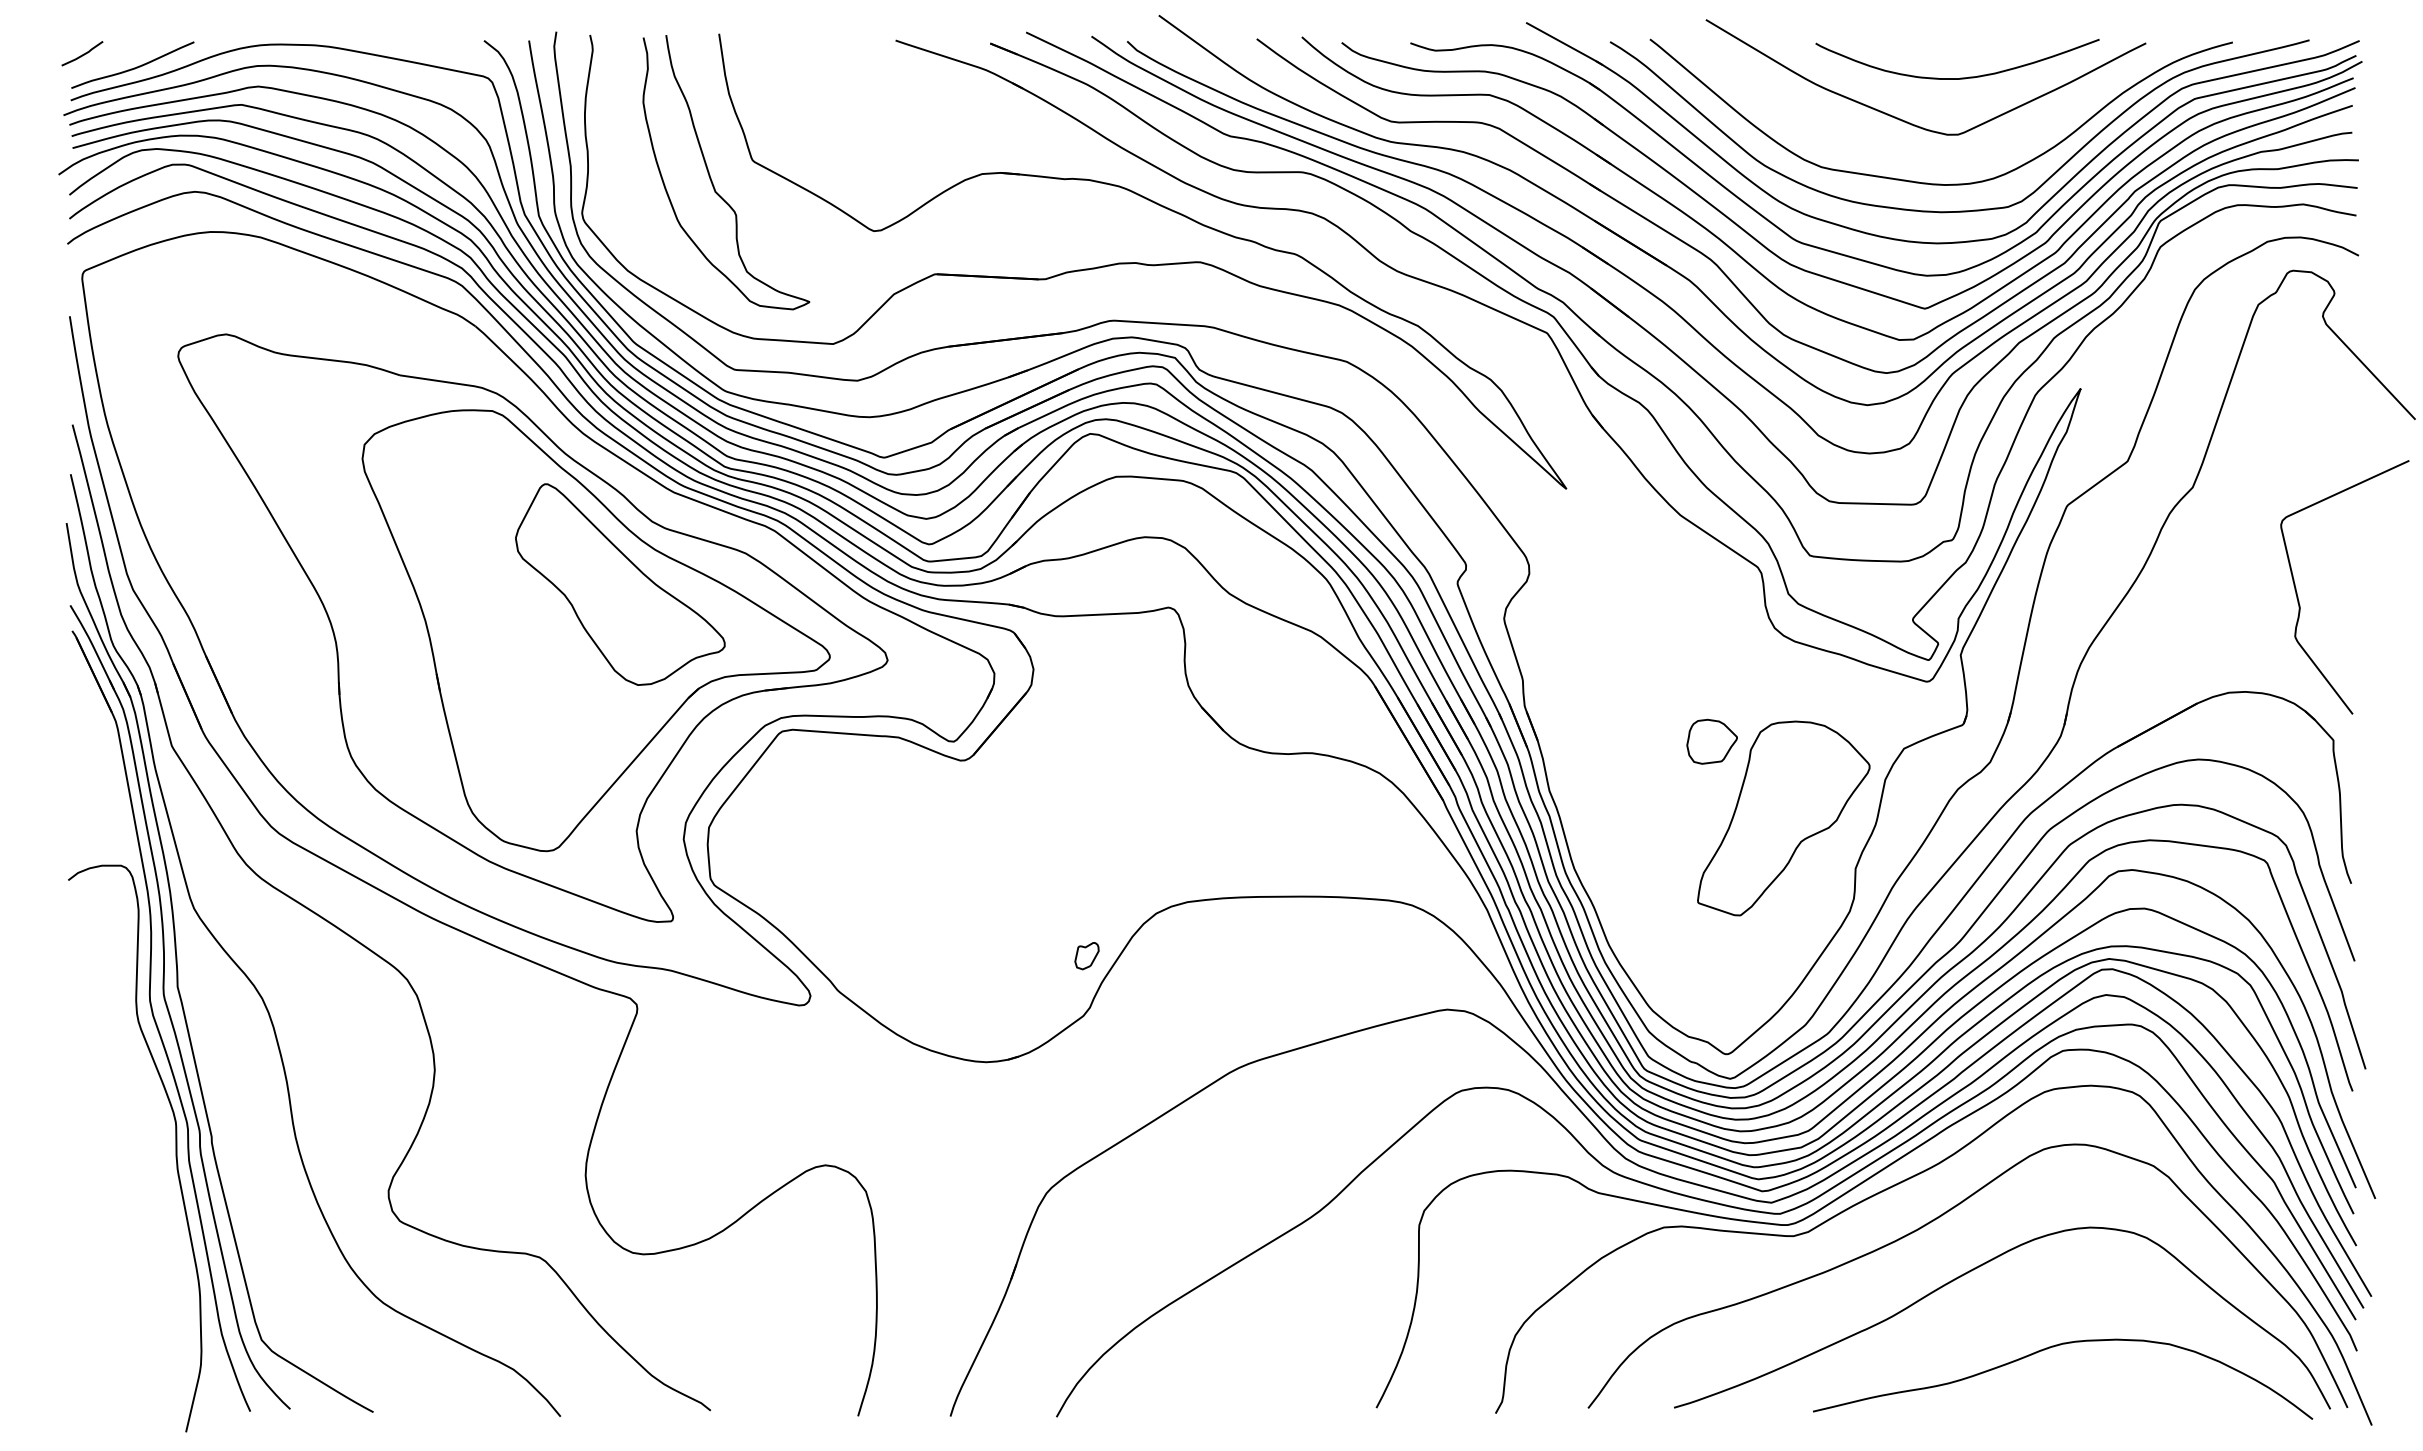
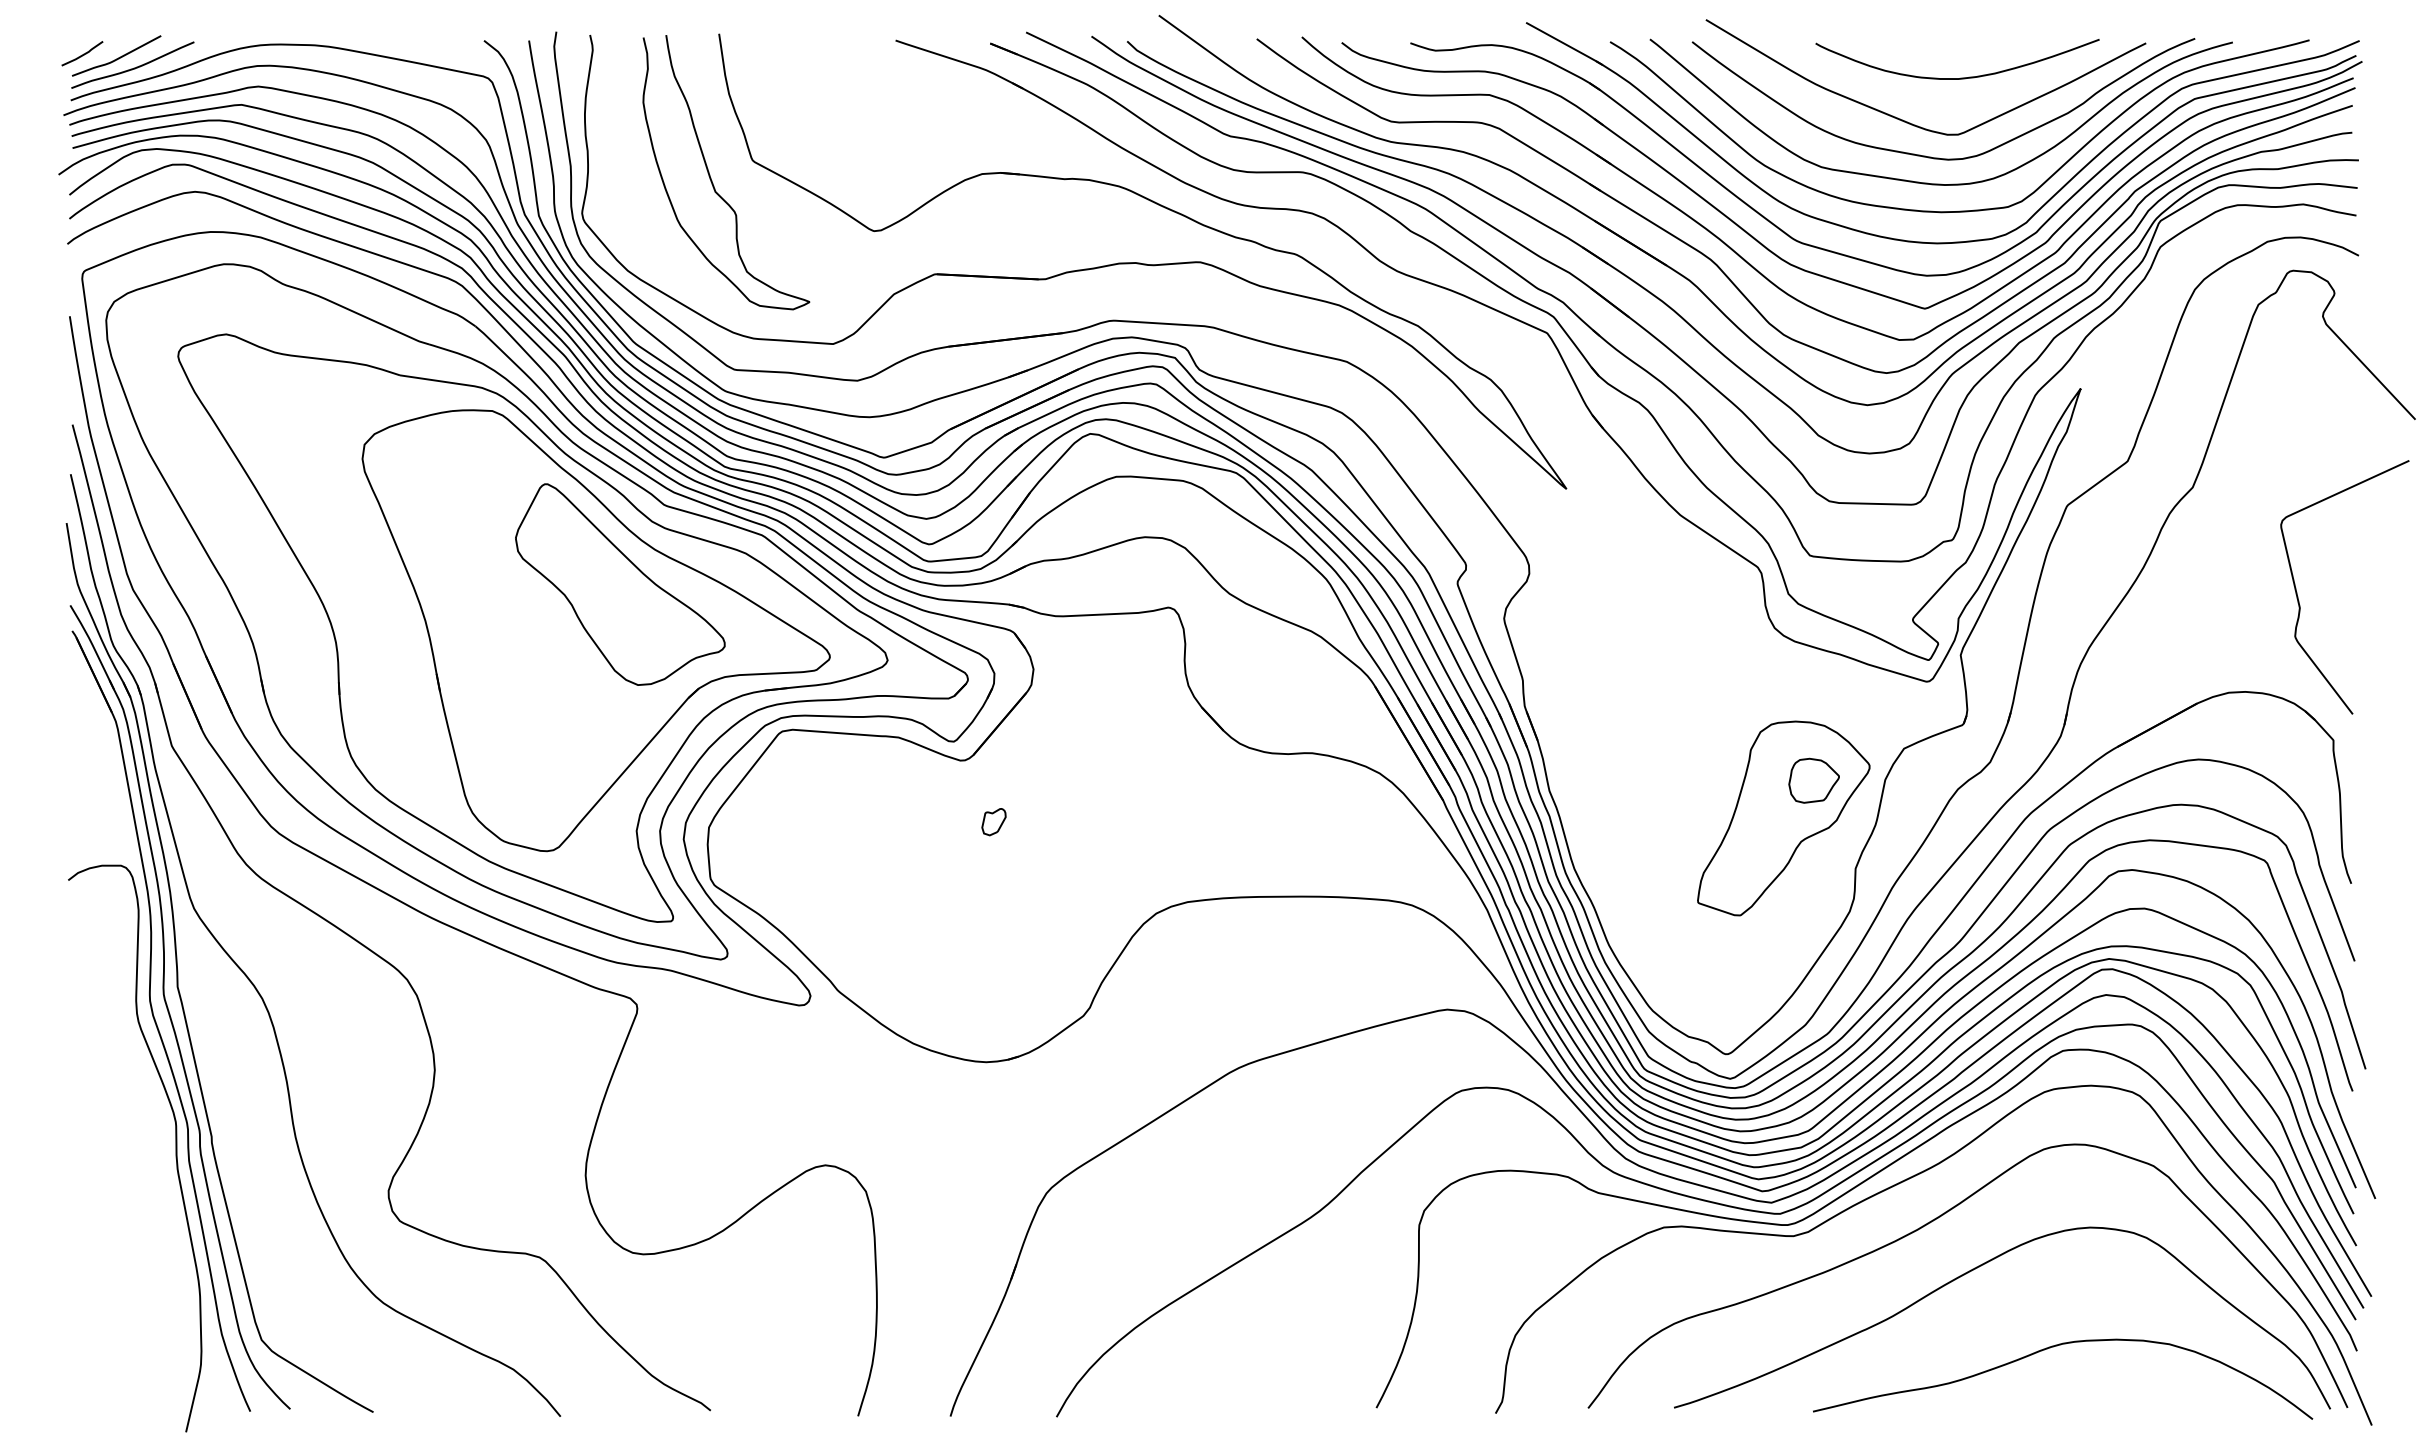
curve at (118, 57): none -> present
curve at (1938, 157): none -> present
part at (536, 611): none -> present
part at (1711, 741) position: (1711, 741) -> (1813, 780)
part at (1086, 956) position: (1086, 956) -> (993, 822)
